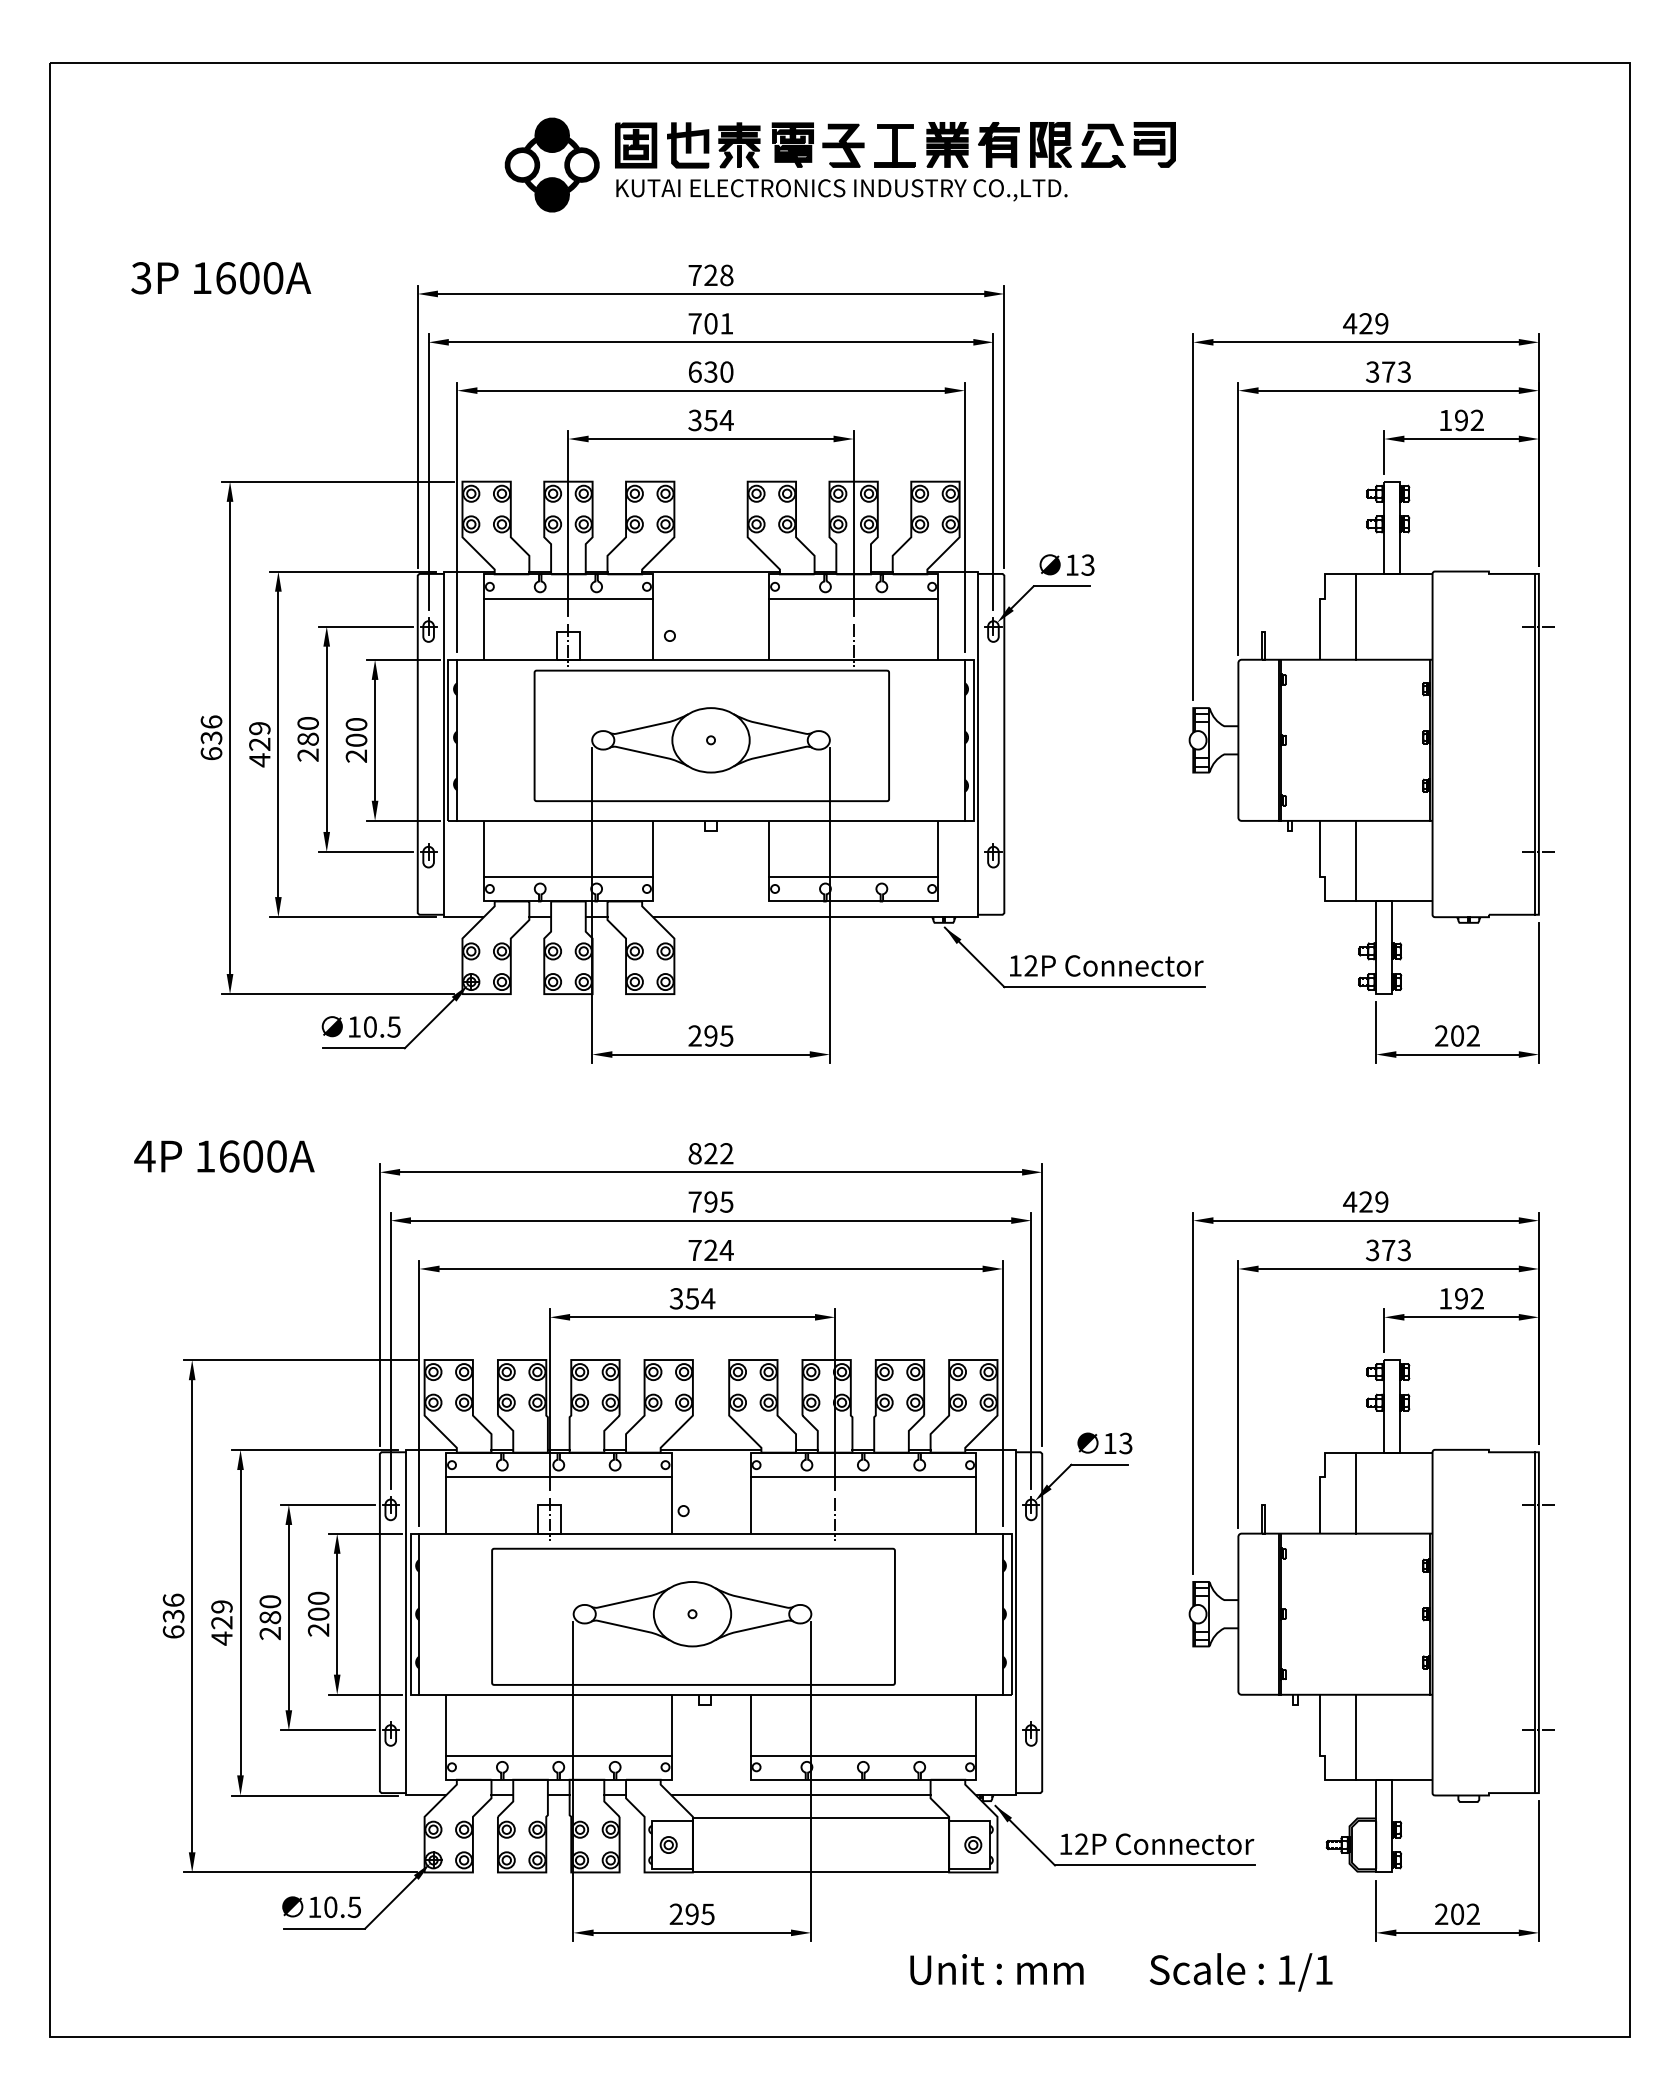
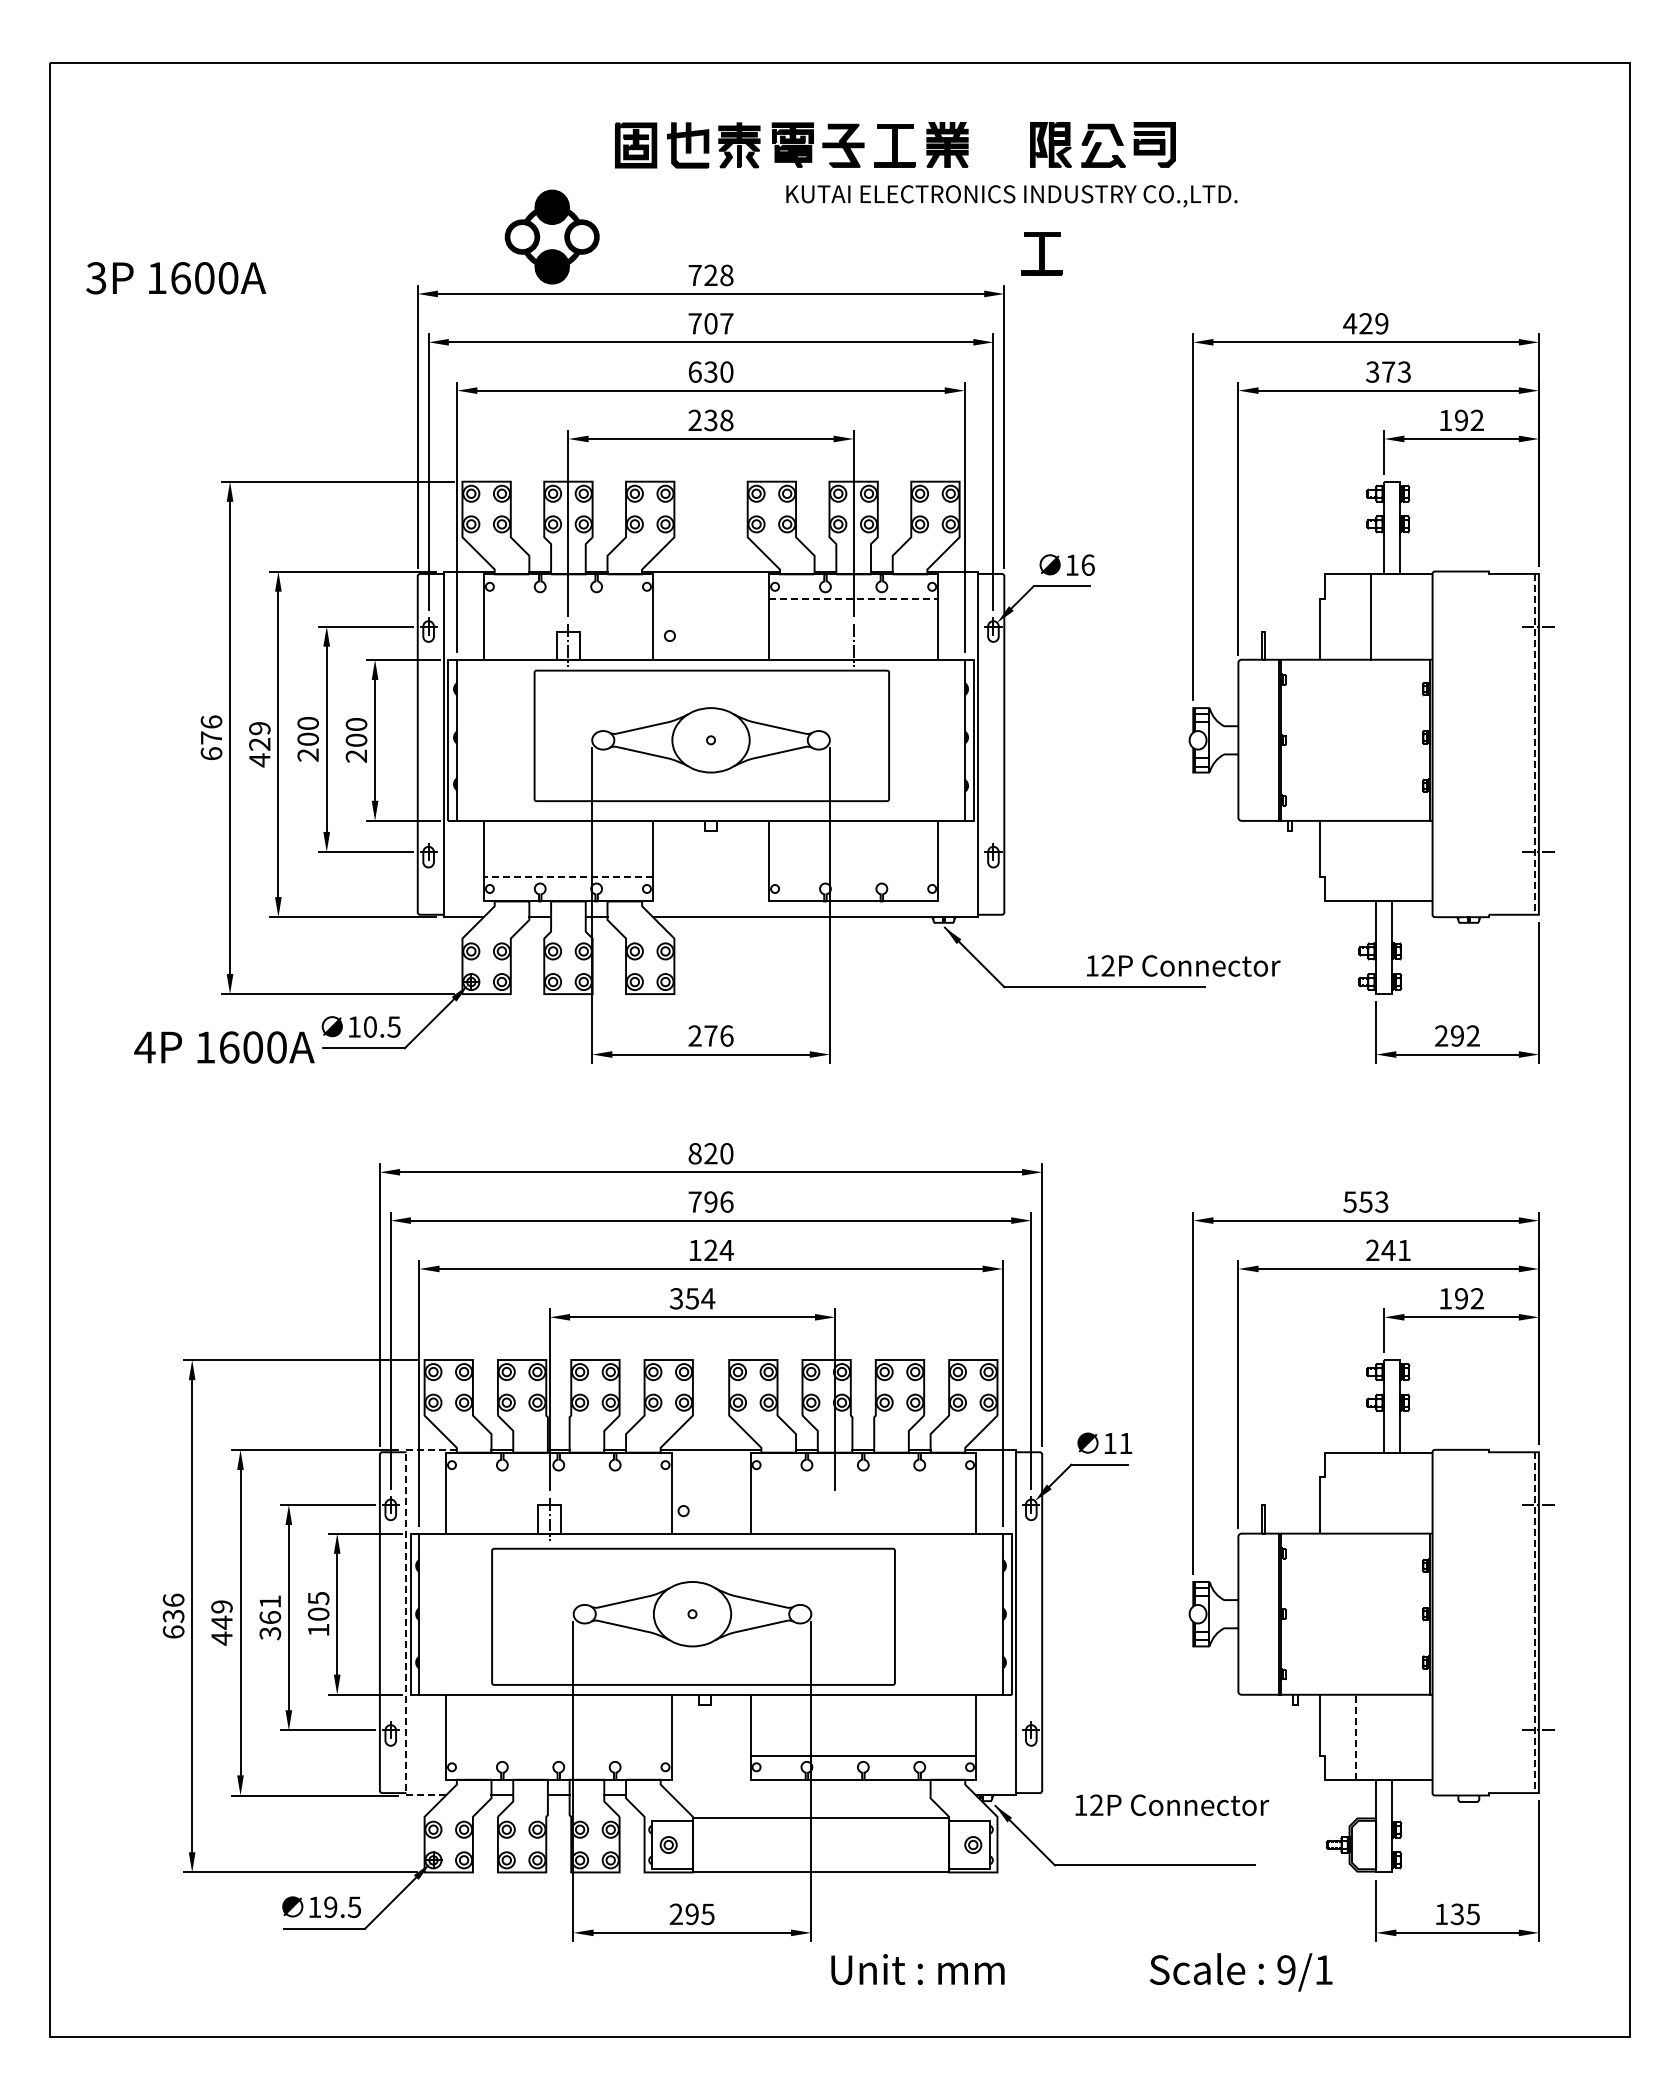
part at (998, 144): present -> none
part at (551, 164) position: (551, 164) -> (551, 236)
text at (841, 190) position: (841, 190) -> (1011, 196)
part at (1041, 253): none -> present
text at (221, 278) position: (221, 278) -> (176, 278)
text at (726, 323): 701 -> 707
text at (710, 420): 354 -> 238
text at (1087, 564): 13 -> 16
line at (568, 598): present -> none
line at (853, 598): solid -> dashed
line at (1356, 616) position: (1356, 616) -> (1371, 616)
text at (211, 737): 636 -> 676
text at (308, 738): 280 -> 200
line at (1534, 744): solid -> dashed
line at (1356, 860): present -> none
line at (568, 877): solid -> dashed
line at (853, 877): present -> none
text at (1106, 965) position: (1106, 965) -> (1183, 965)
text at (718, 1035): 295 -> 276
text at (1457, 1035): 202 -> 292
text at (726, 1153): 822 -> 820
text at (224, 1156) position: (224, 1156) -> (224, 1047)
text at (726, 1201): 795 -> 796
text at (1365, 1201): 429 -> 553
text at (694, 1250): 724 -> 124
text at (1388, 1250): 373 -> 241
text at (1125, 1443): 13 -> 11
line at (558, 1476): present -> none
line at (863, 1476): present -> none
line at (1356, 1492): present -> none
line at (835, 1519): present -> none
text at (318, 1613): 200 -> 105
text at (270, 1617): 280 -> 361
line at (406, 1617): solid -> dashed
text at (221, 1622): 429 -> 449
line at (1534, 1623): solid -> dashed
line at (1356, 1737): solid -> dashed
line at (558, 1755): present -> none
line at (800, 1795): present -> none
text at (1157, 1843) position: (1157, 1843) -> (1172, 1804)
text at (330, 1906): 10.5 -> 19.5
text at (1457, 1914): 202 -> 135
text at (996, 1969) position: (996, 1969) -> (917, 1969)
text at (1286, 1970): 1/1 -> 9/1
